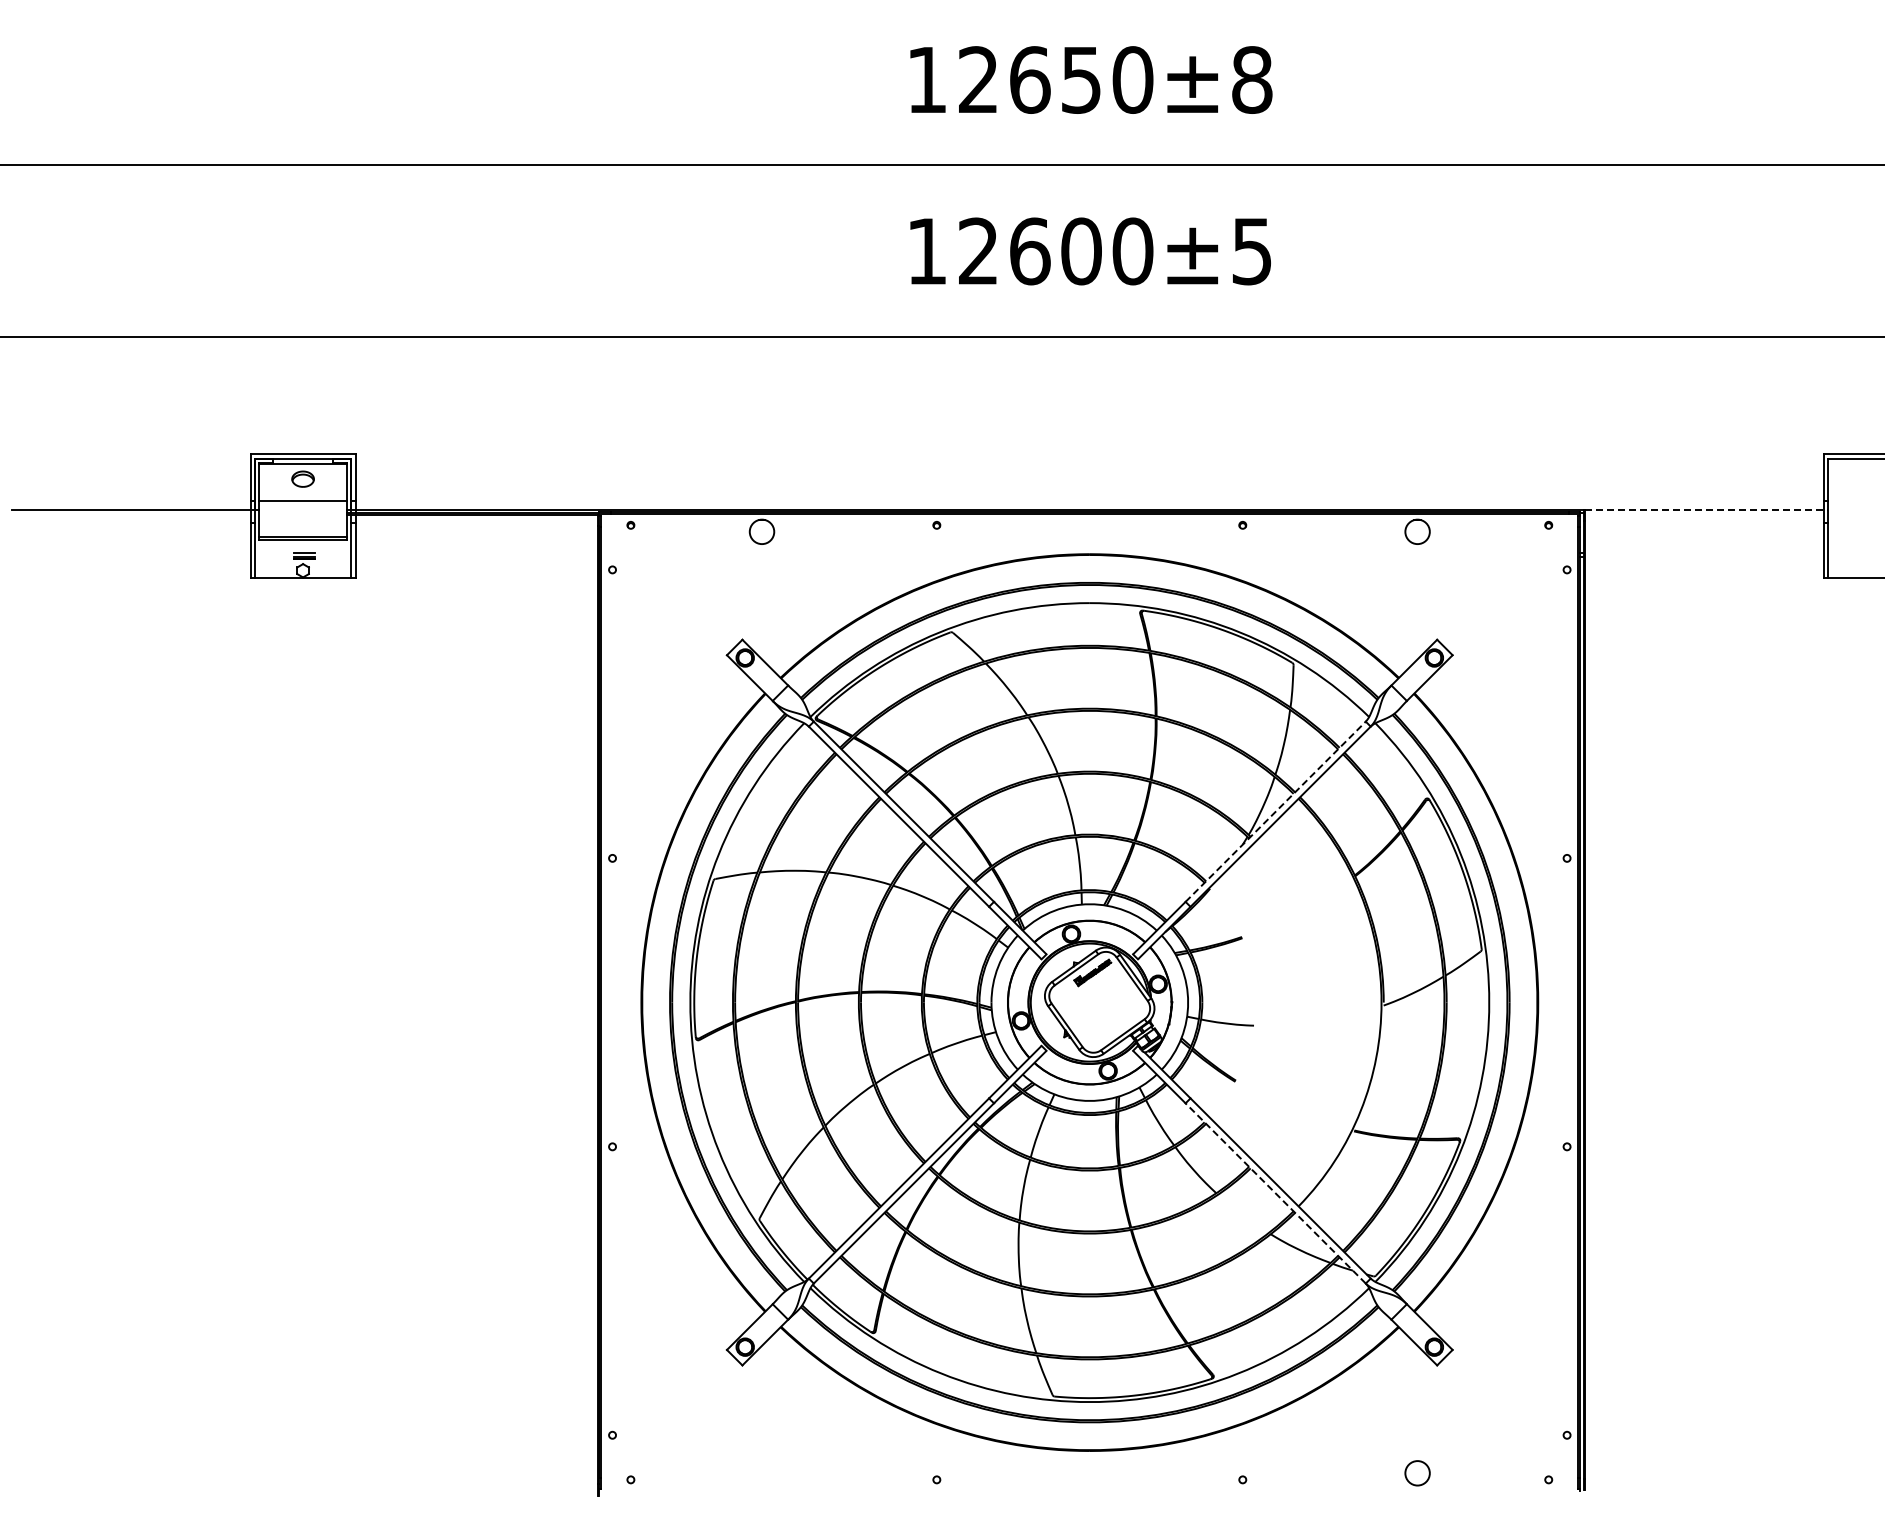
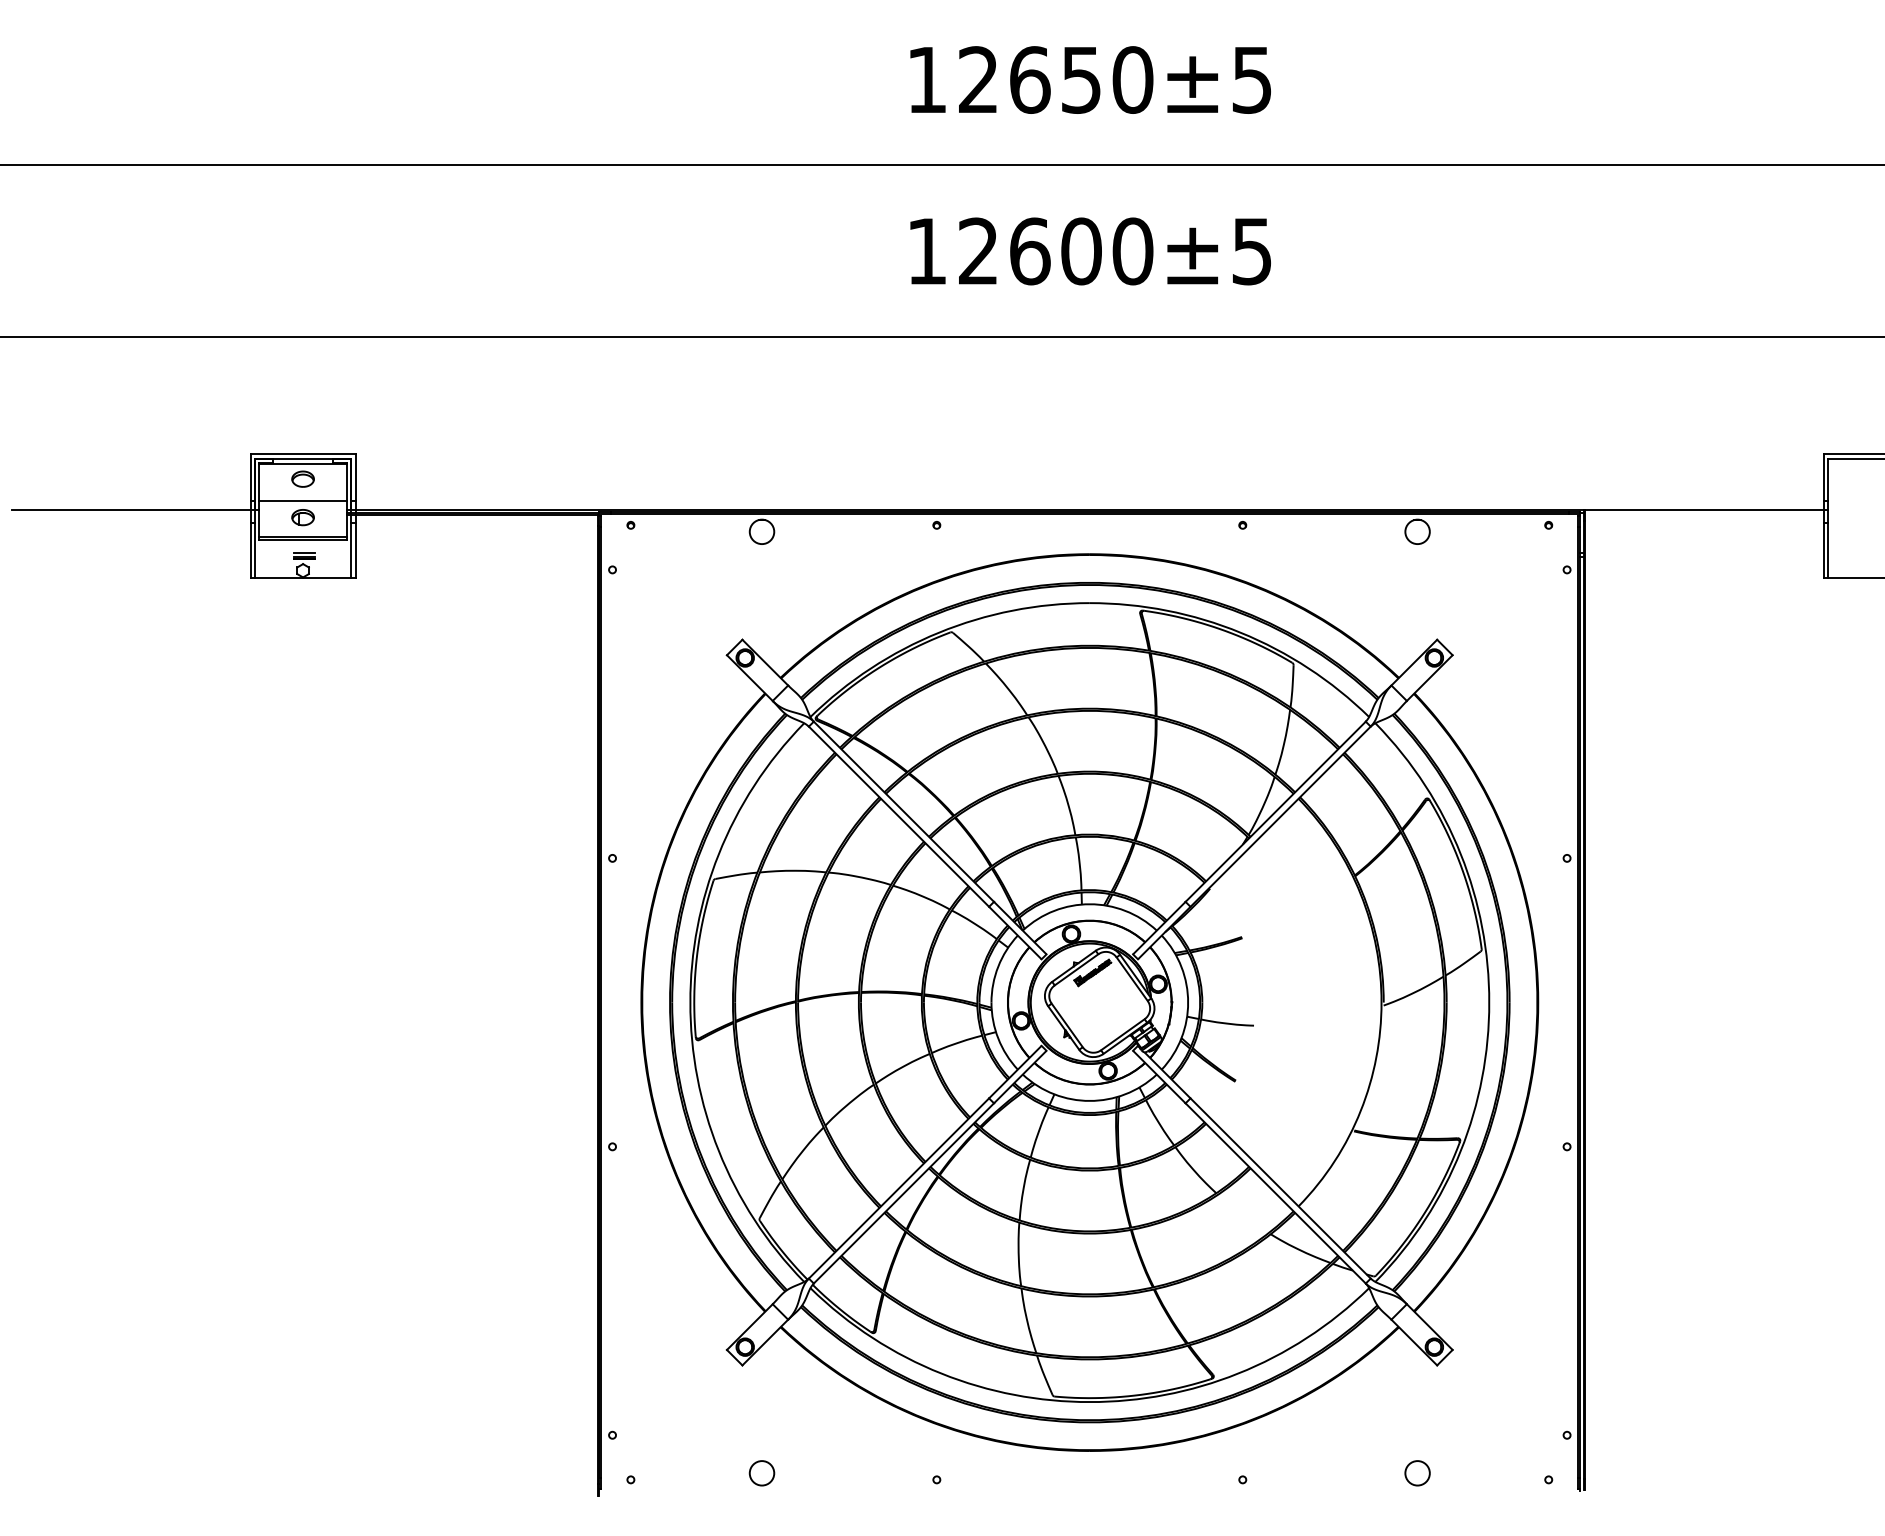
text at (1252, 79): 12650±8 -> 12650±5
line at (1706, 509): dashed -> solid
part at (302, 517): none -> present
line at (1276, 811): dashed -> solid
line at (1275, 1193): dashed -> solid
circle at (761, 1473): none -> present
